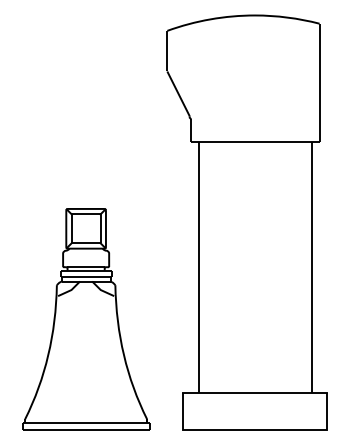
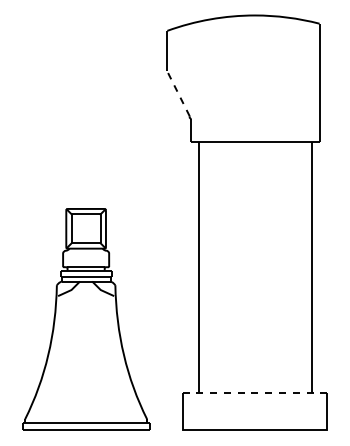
line at (178, 93): solid -> dashed
line at (255, 392): solid -> dashed
